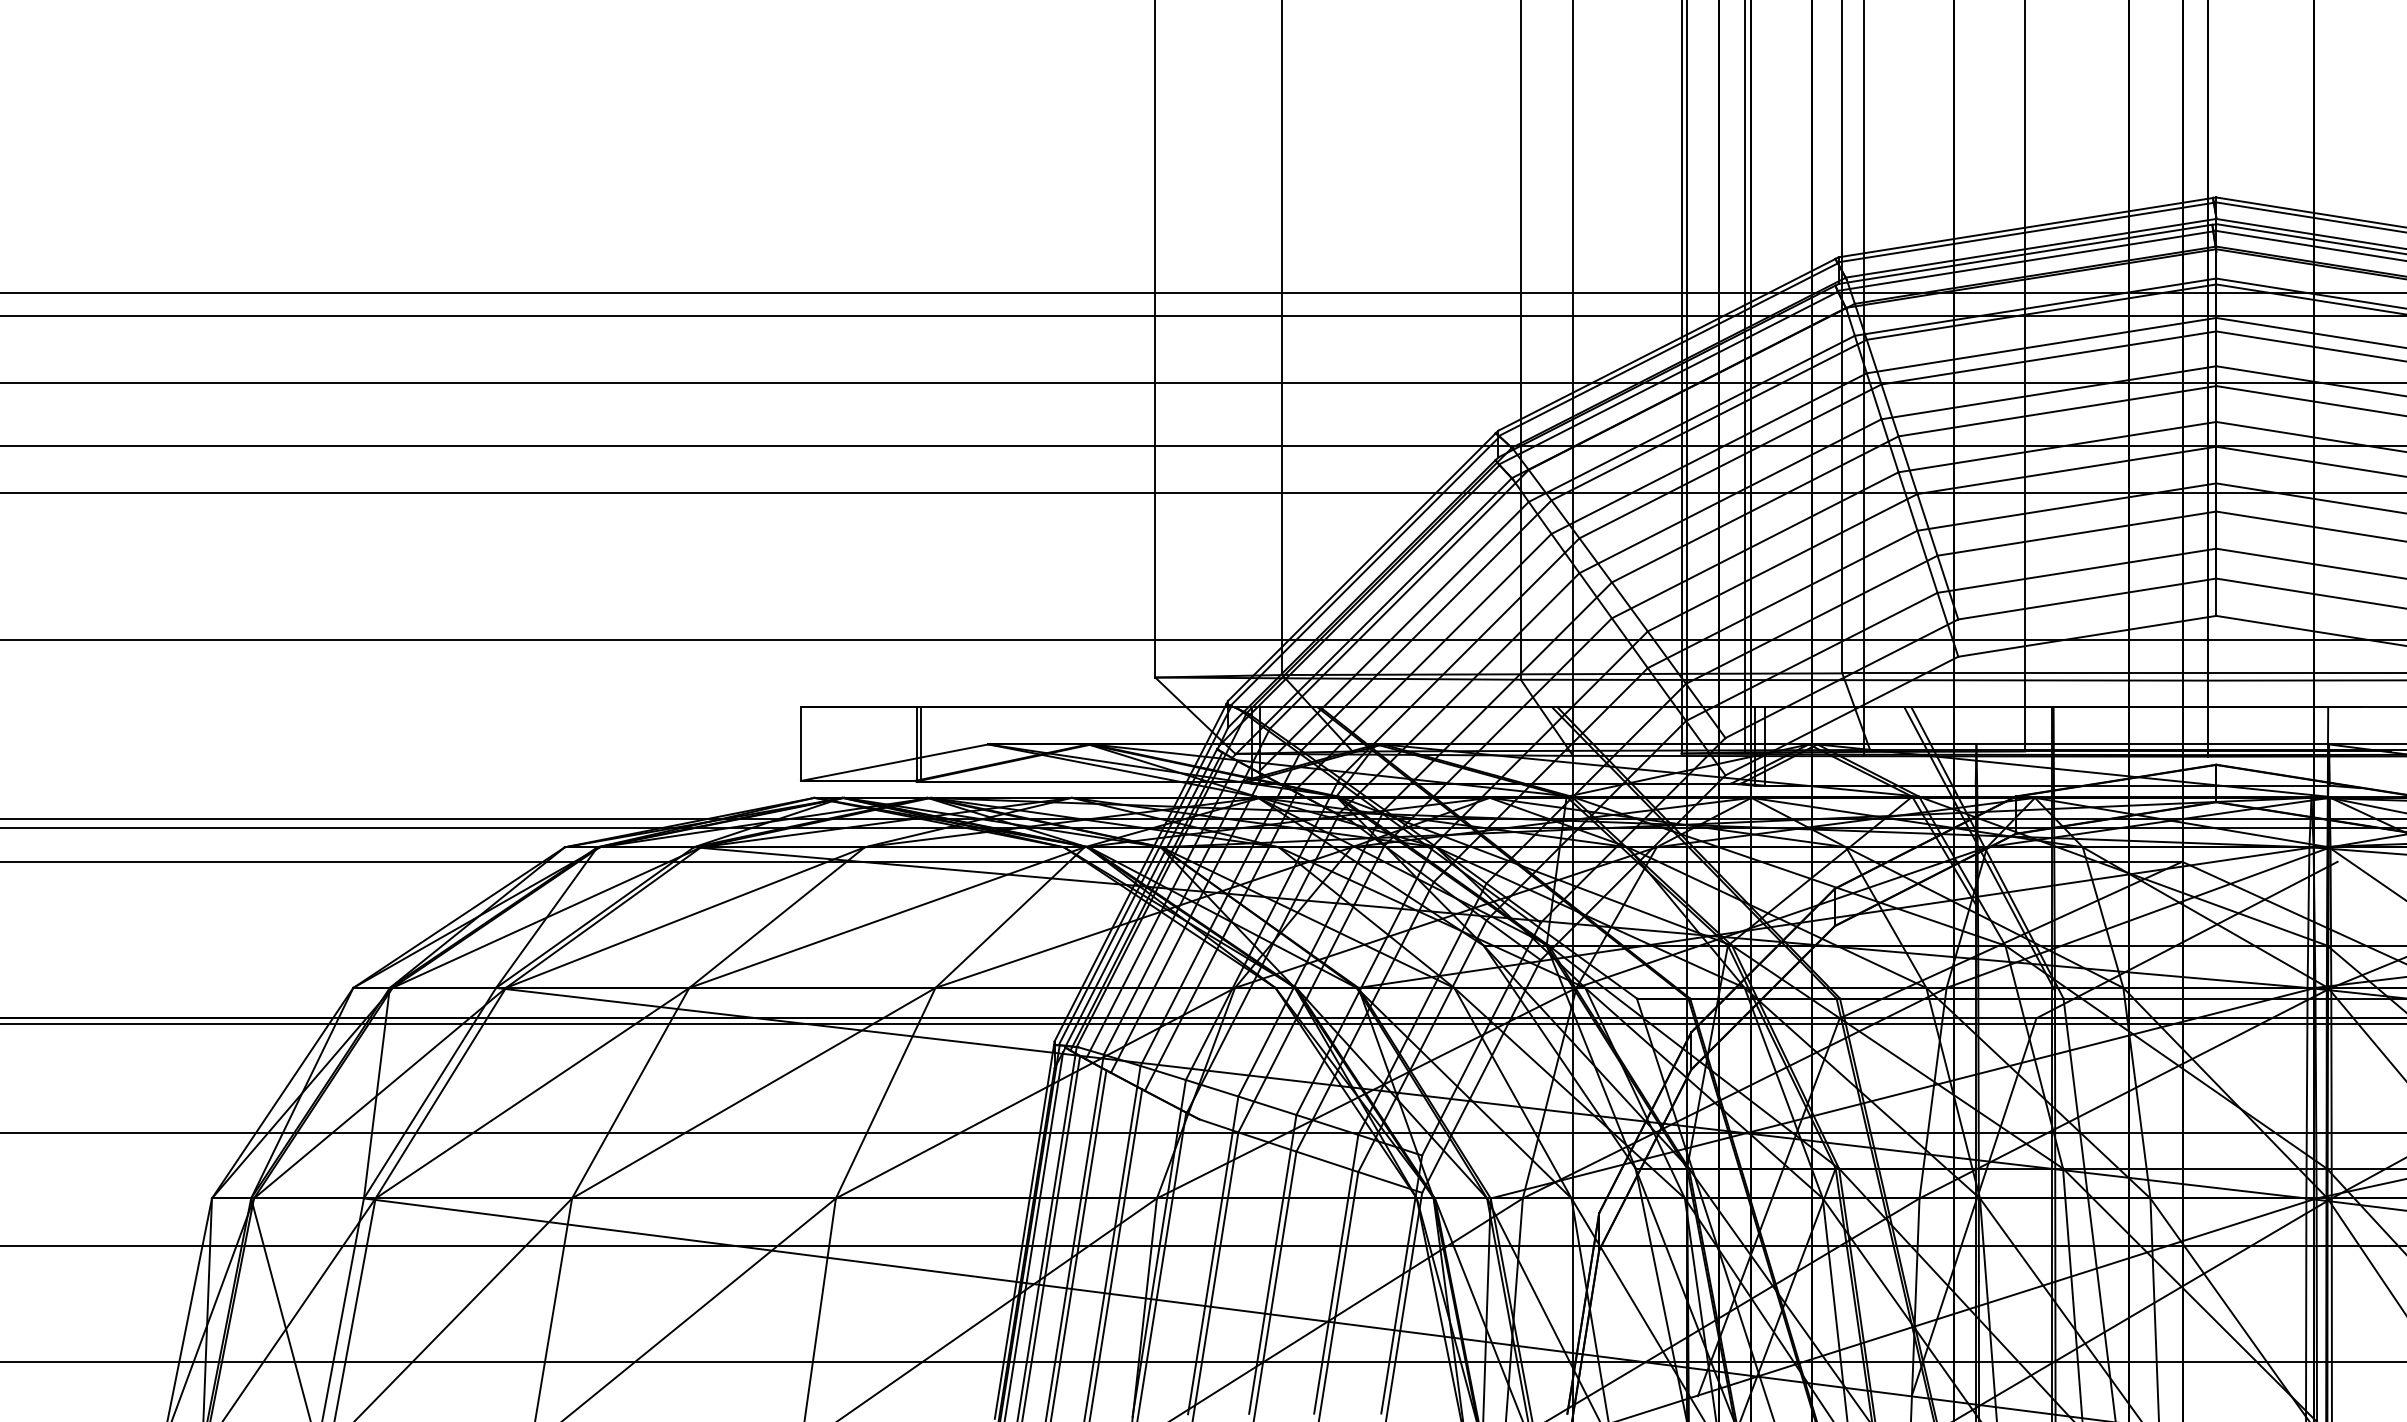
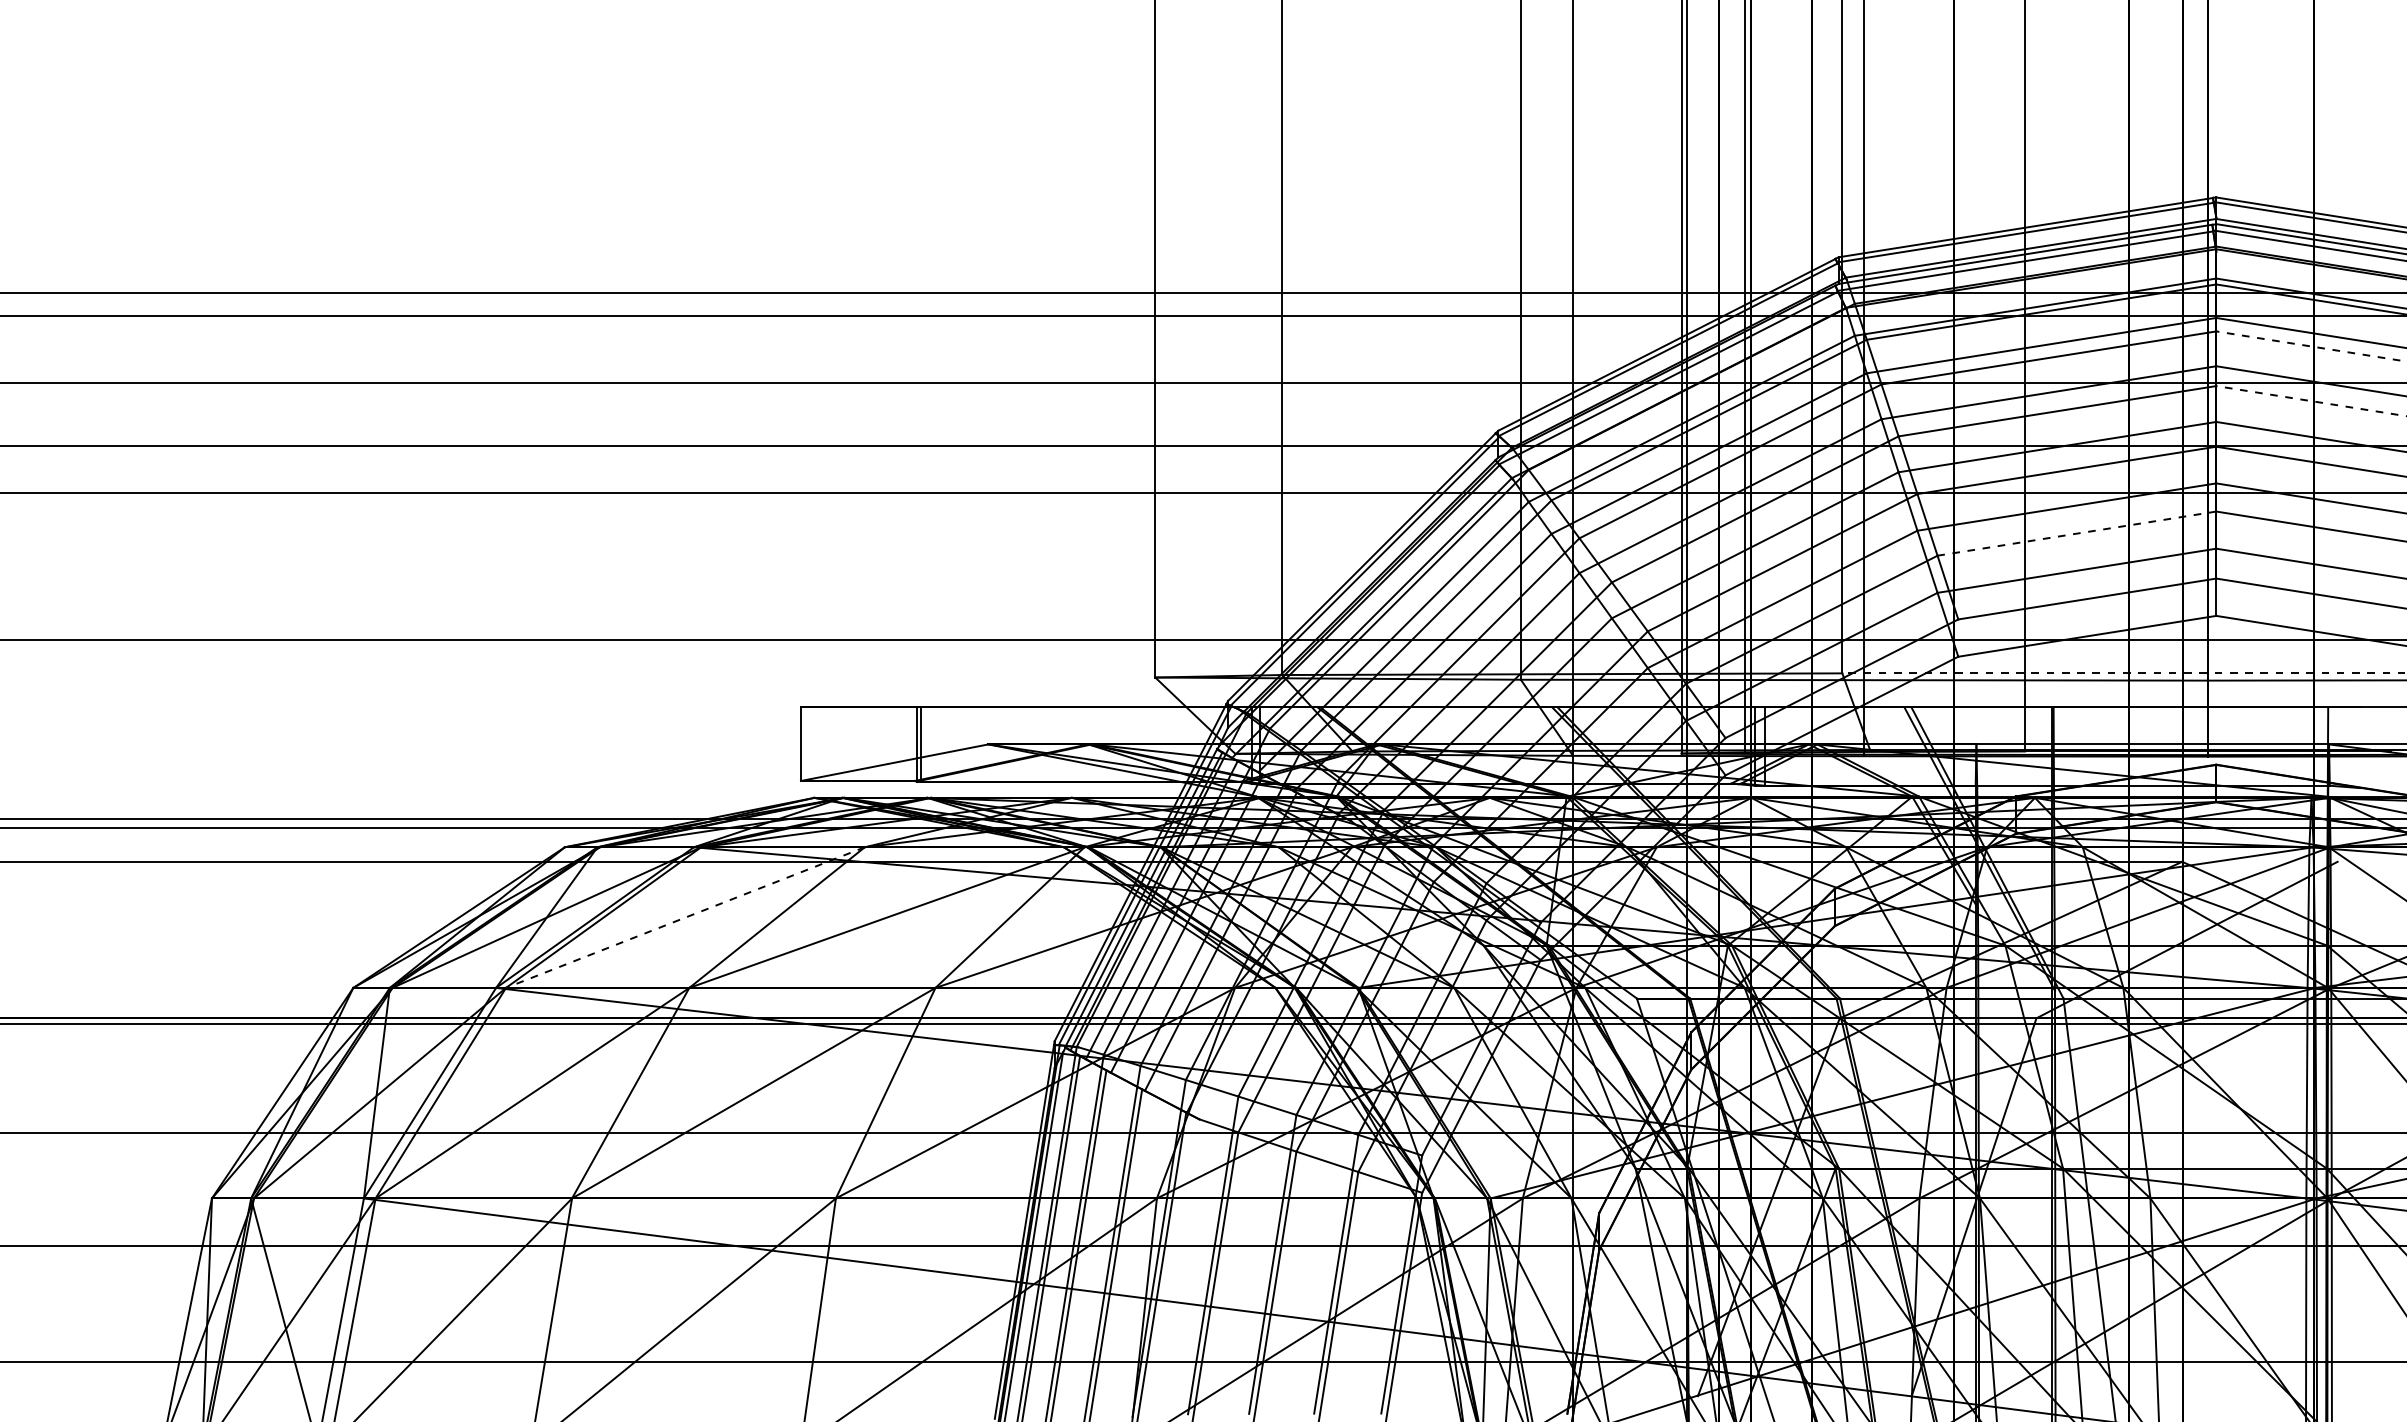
line at (2311, 346): solid -> dashed
line at (2311, 401): solid -> dashed
line at (2076, 533): solid -> dashed
line at (2123, 673): solid -> dashed
line at (685, 917): solid -> dashed
